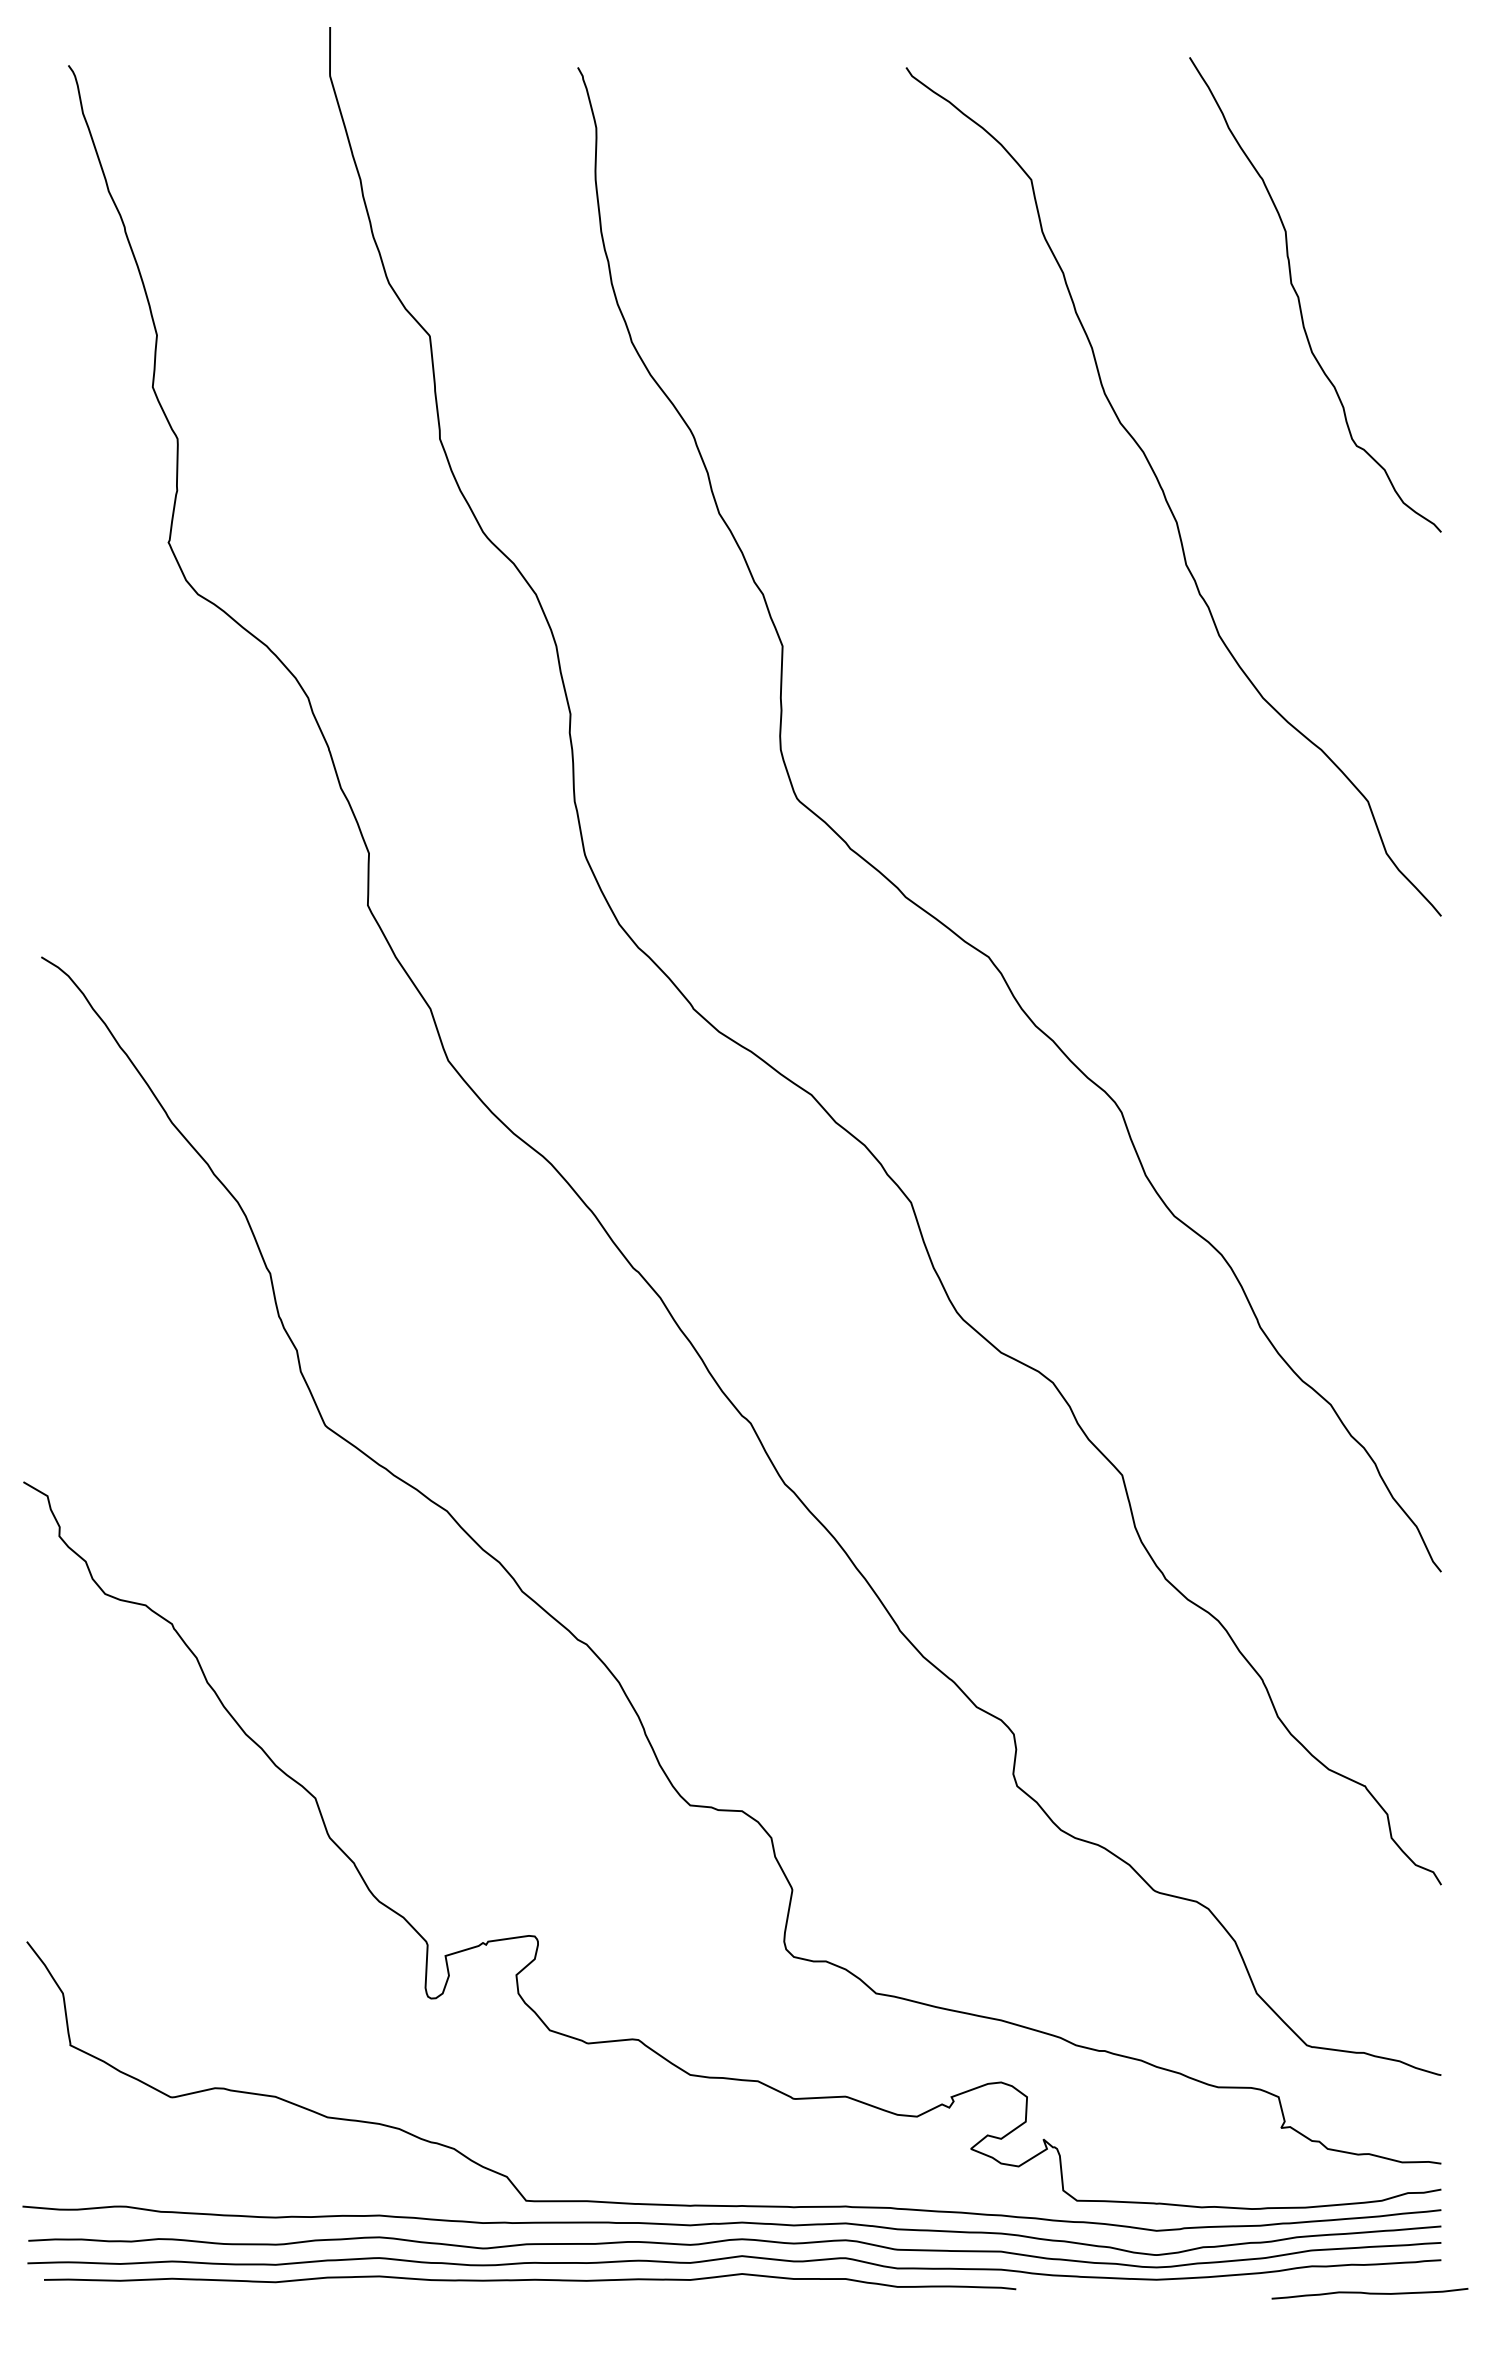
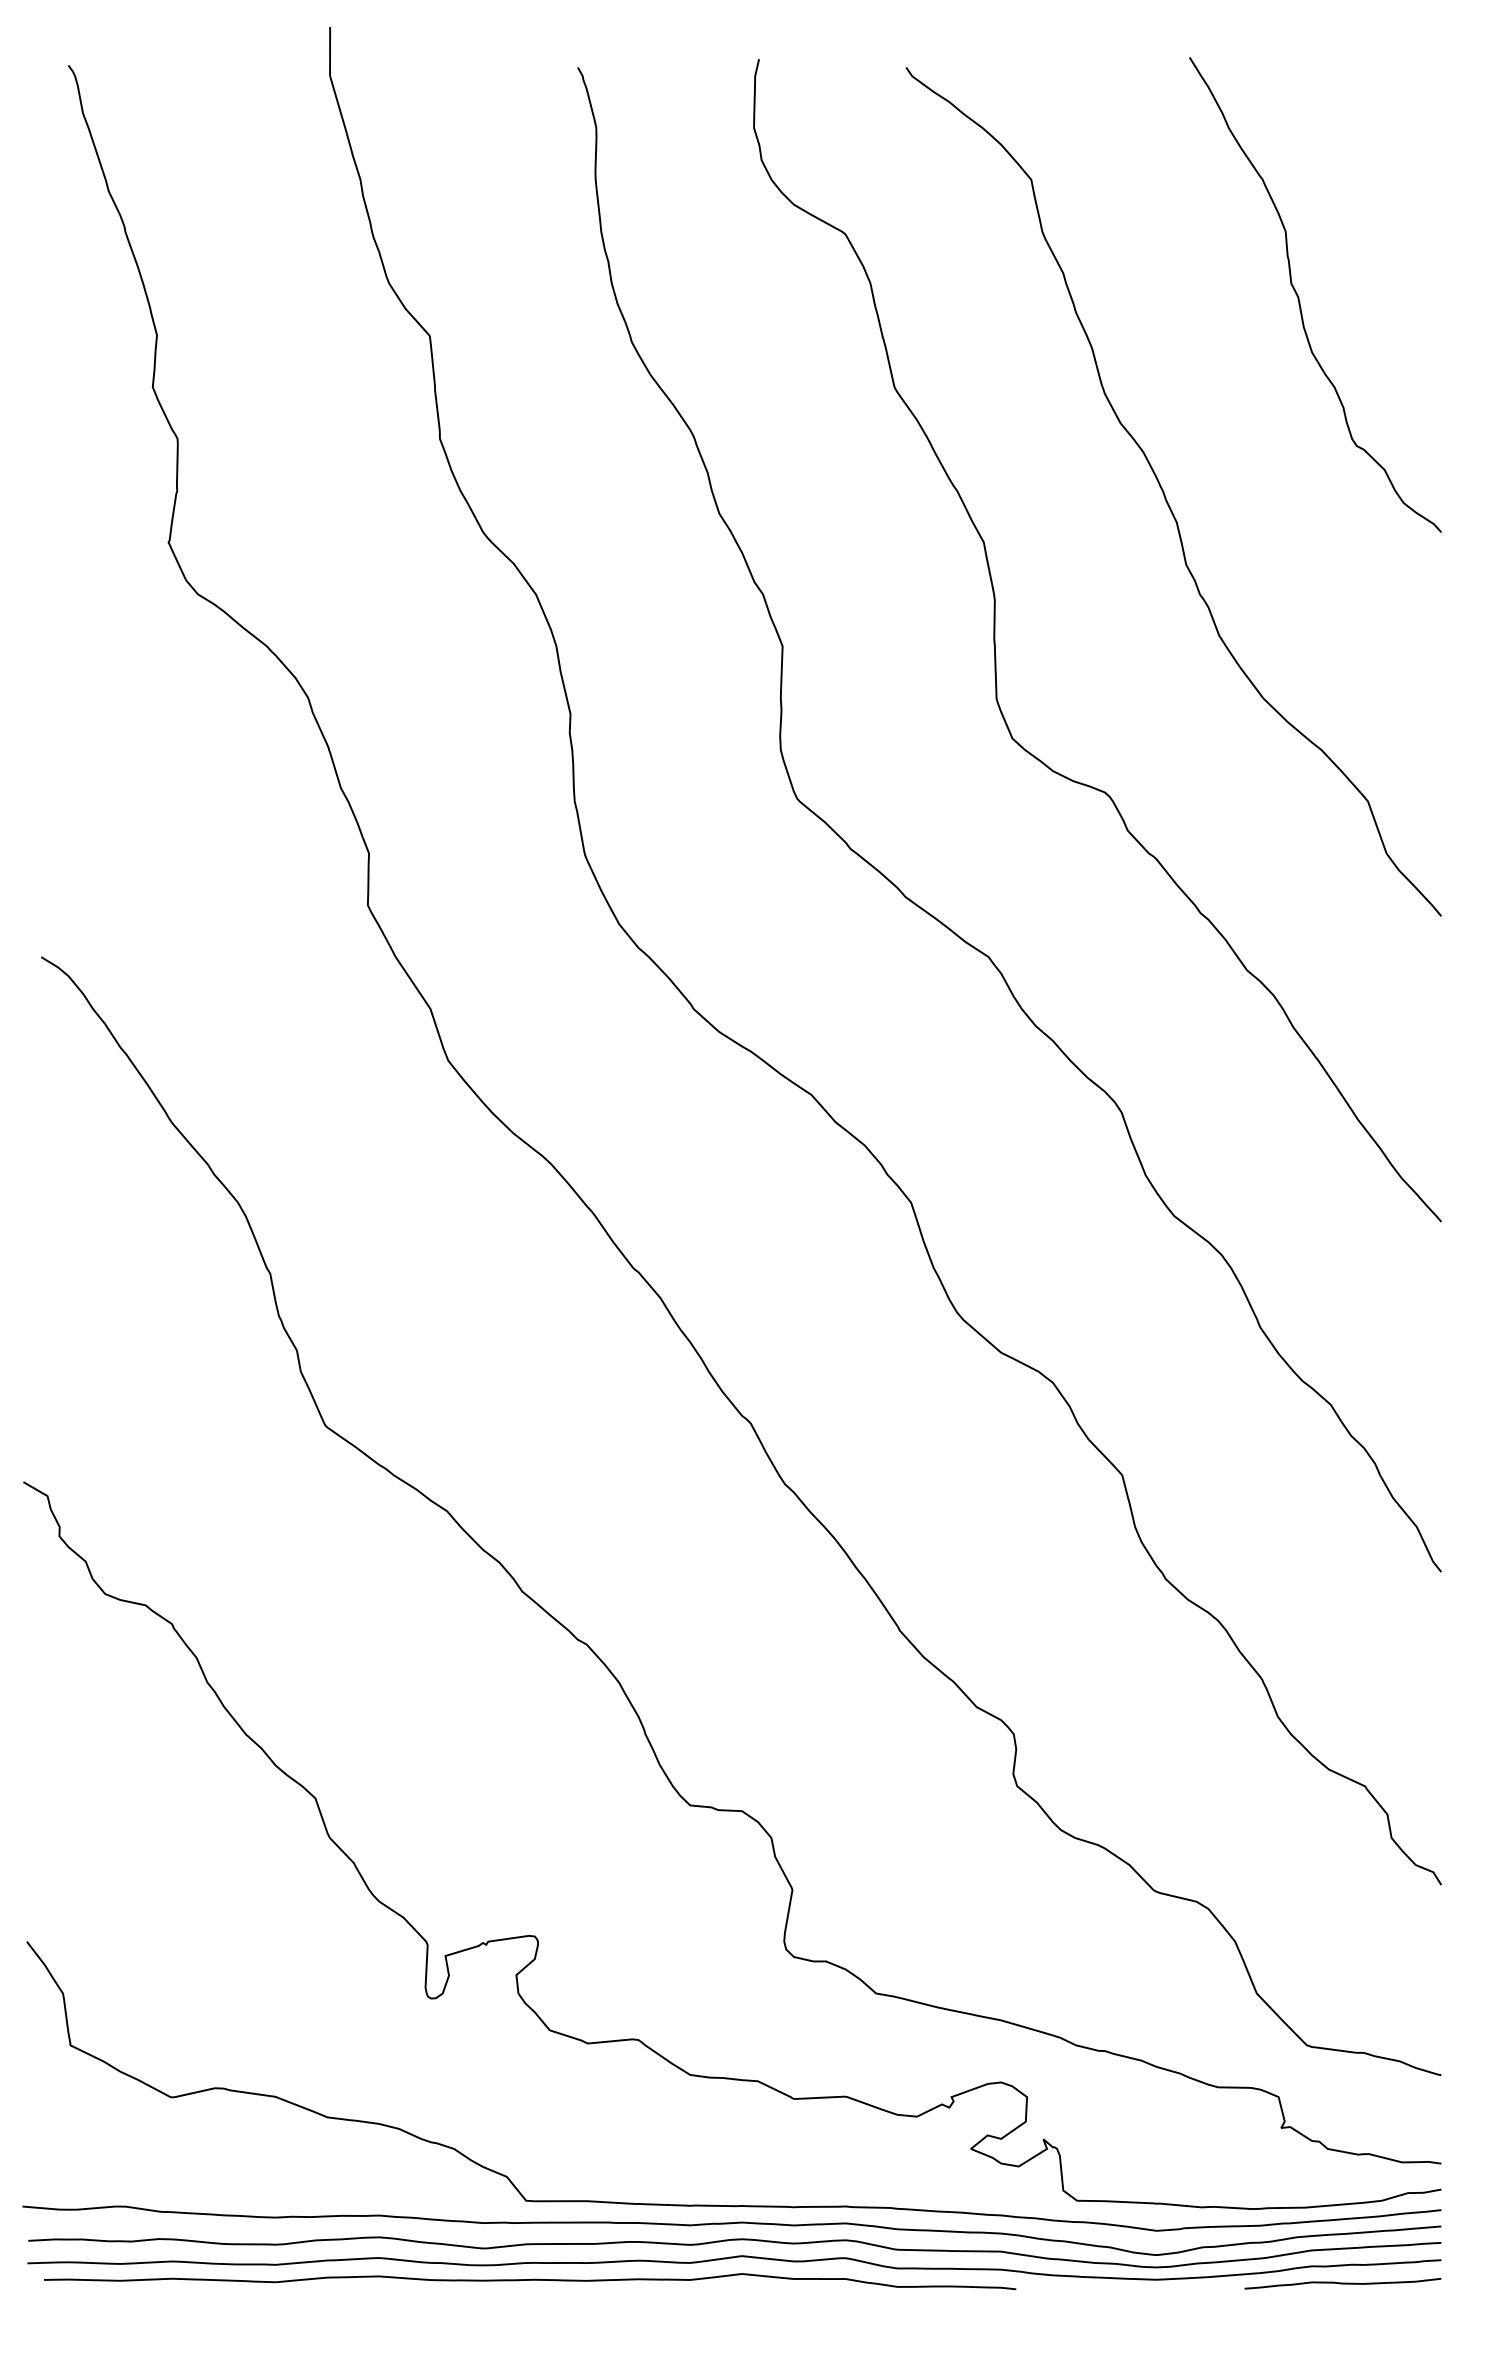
curve at (995, 640): none -> present
curve at (1369, 2293) position: (1369, 2293) -> (1342, 2283)
